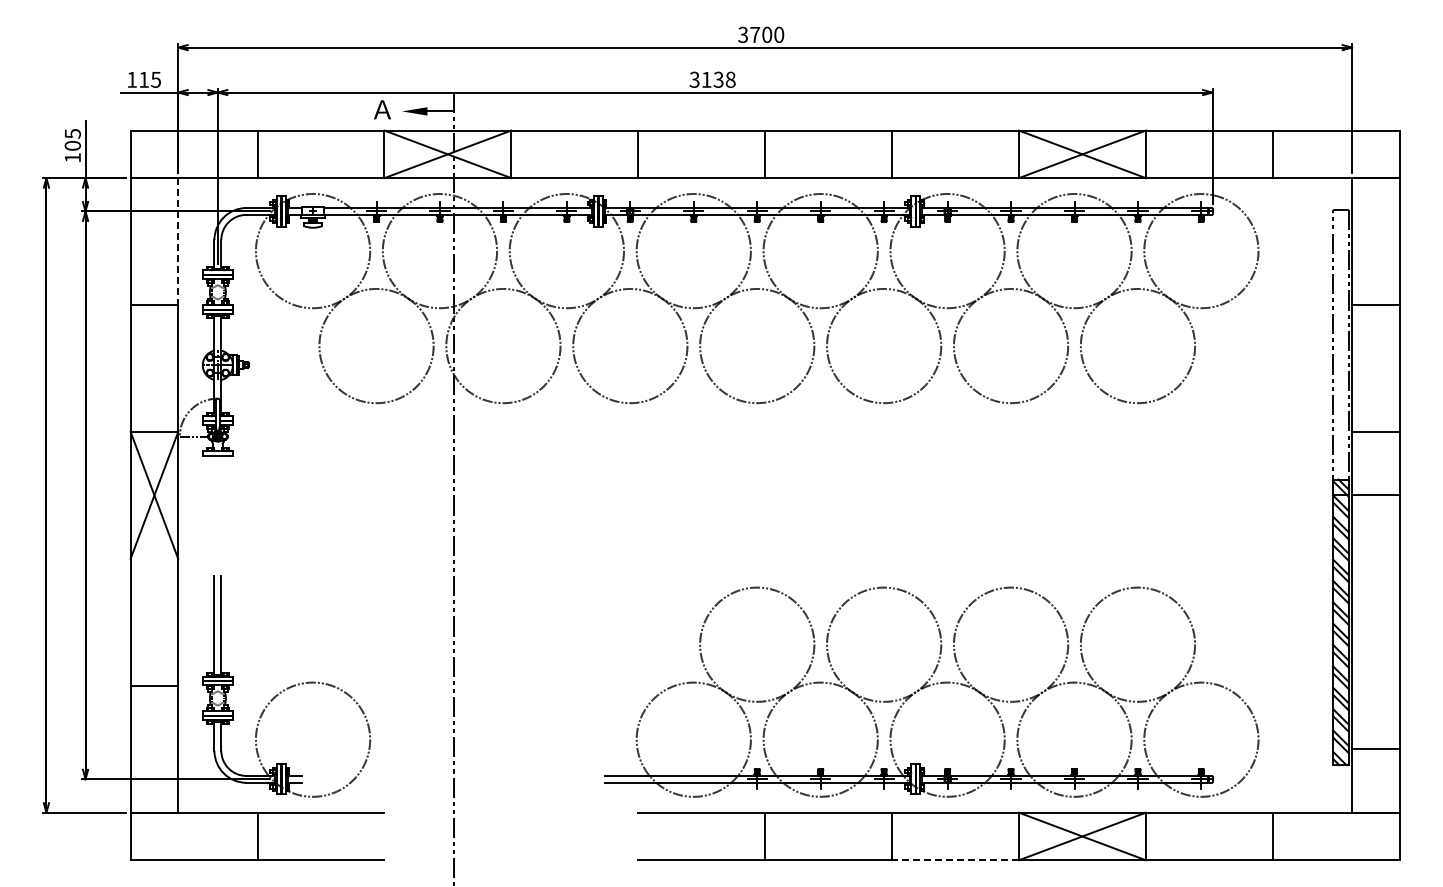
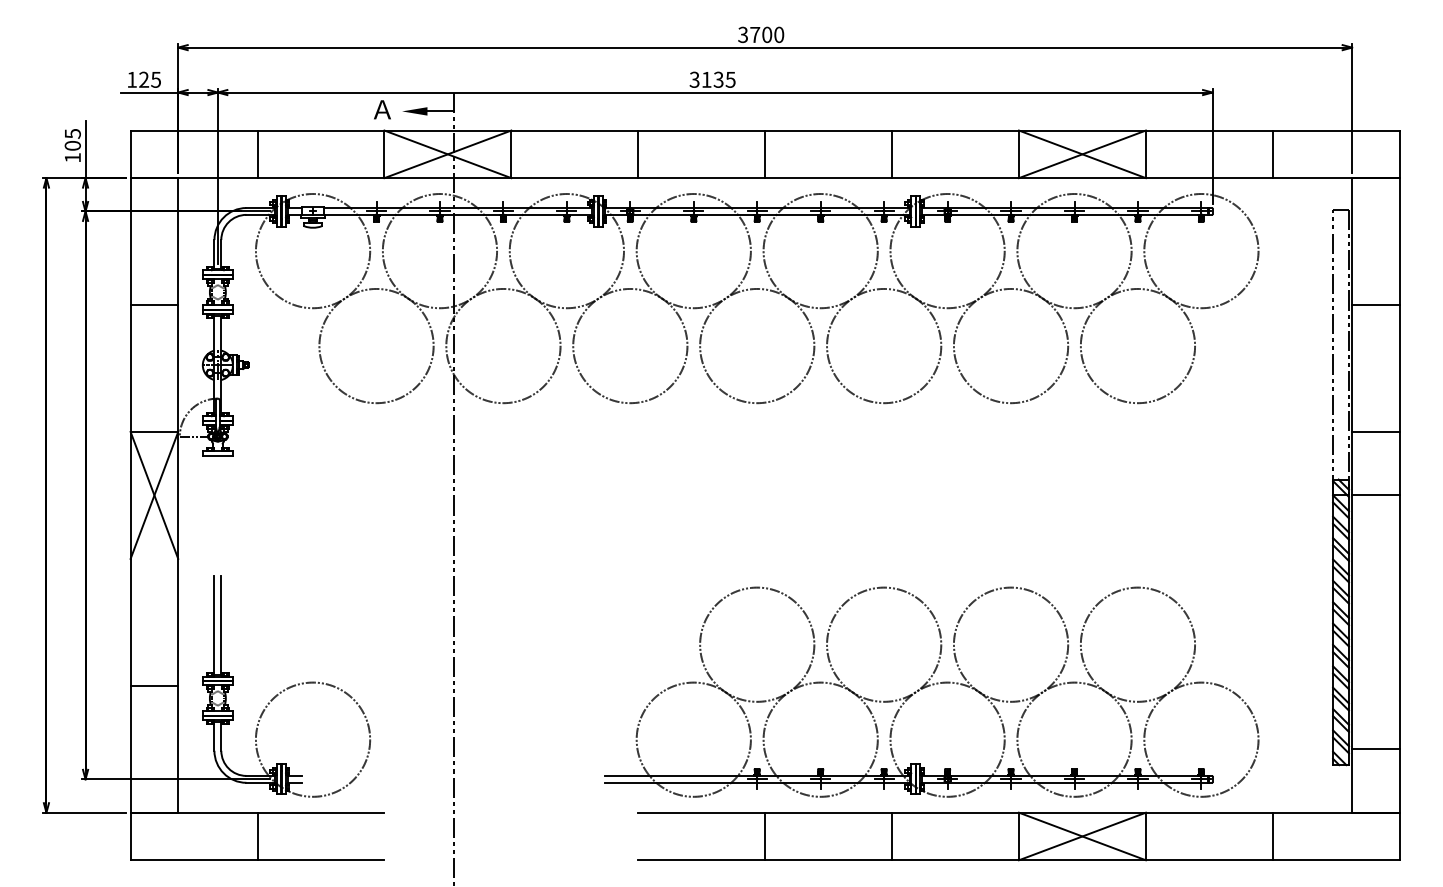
text at (144, 79): 115 -> 125
text at (730, 79): 3138 -> 3135
line at (178, 242): dashed -> solid
line at (955, 860): dashed -> solid
